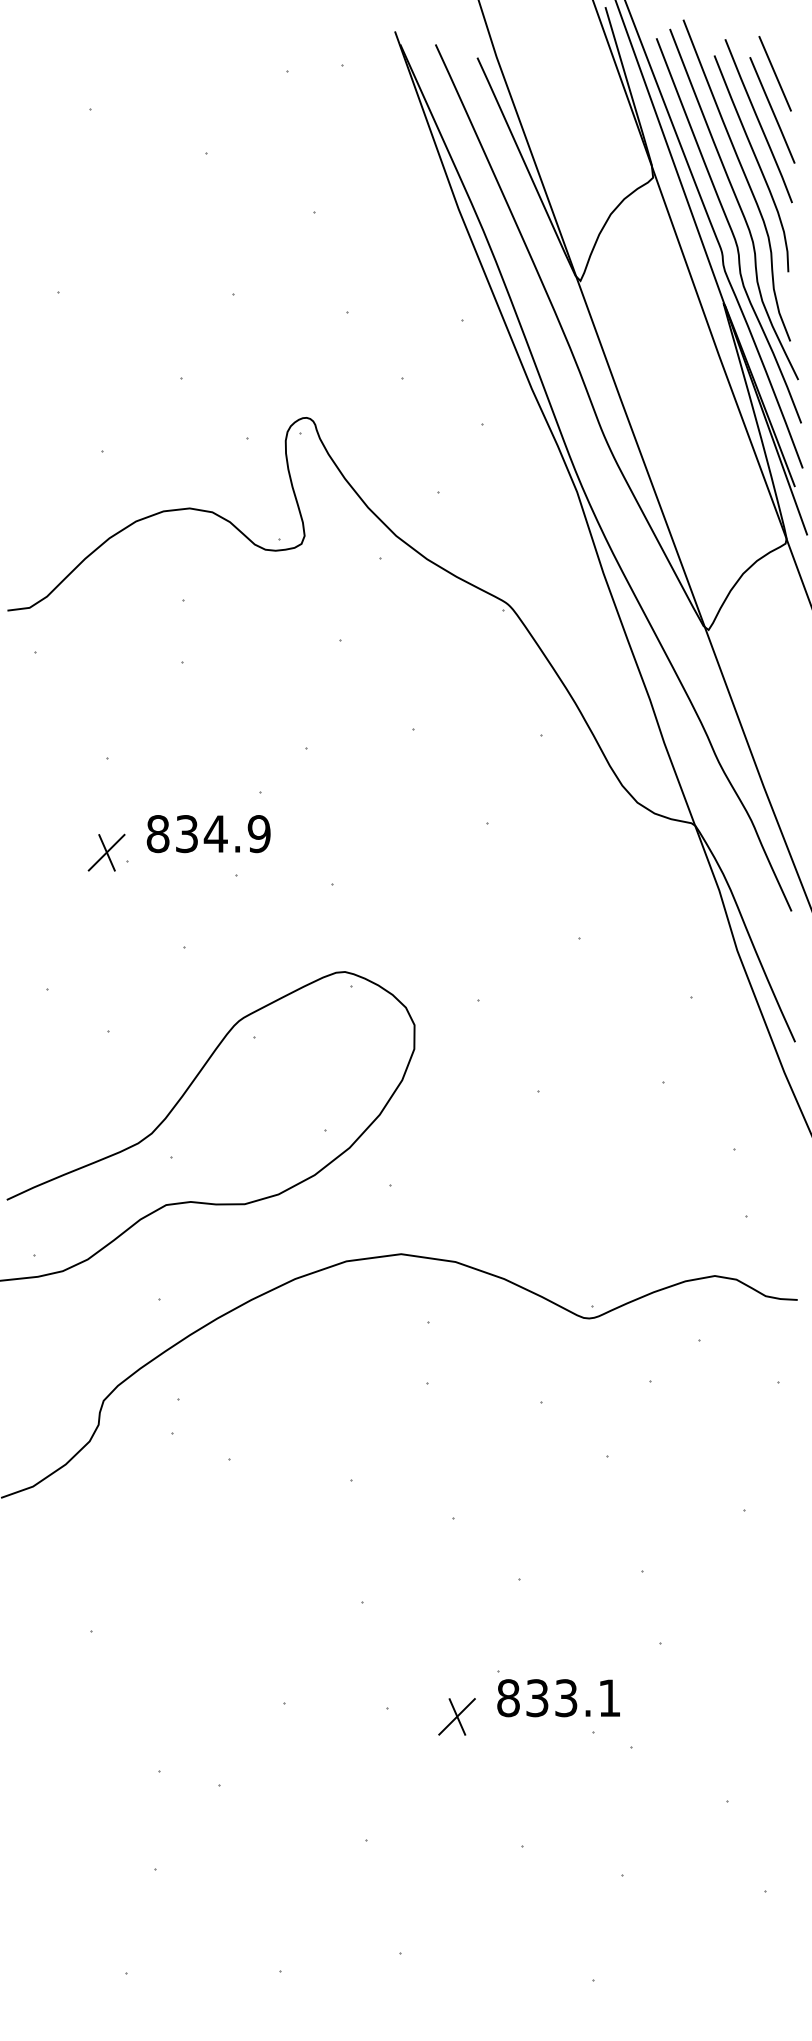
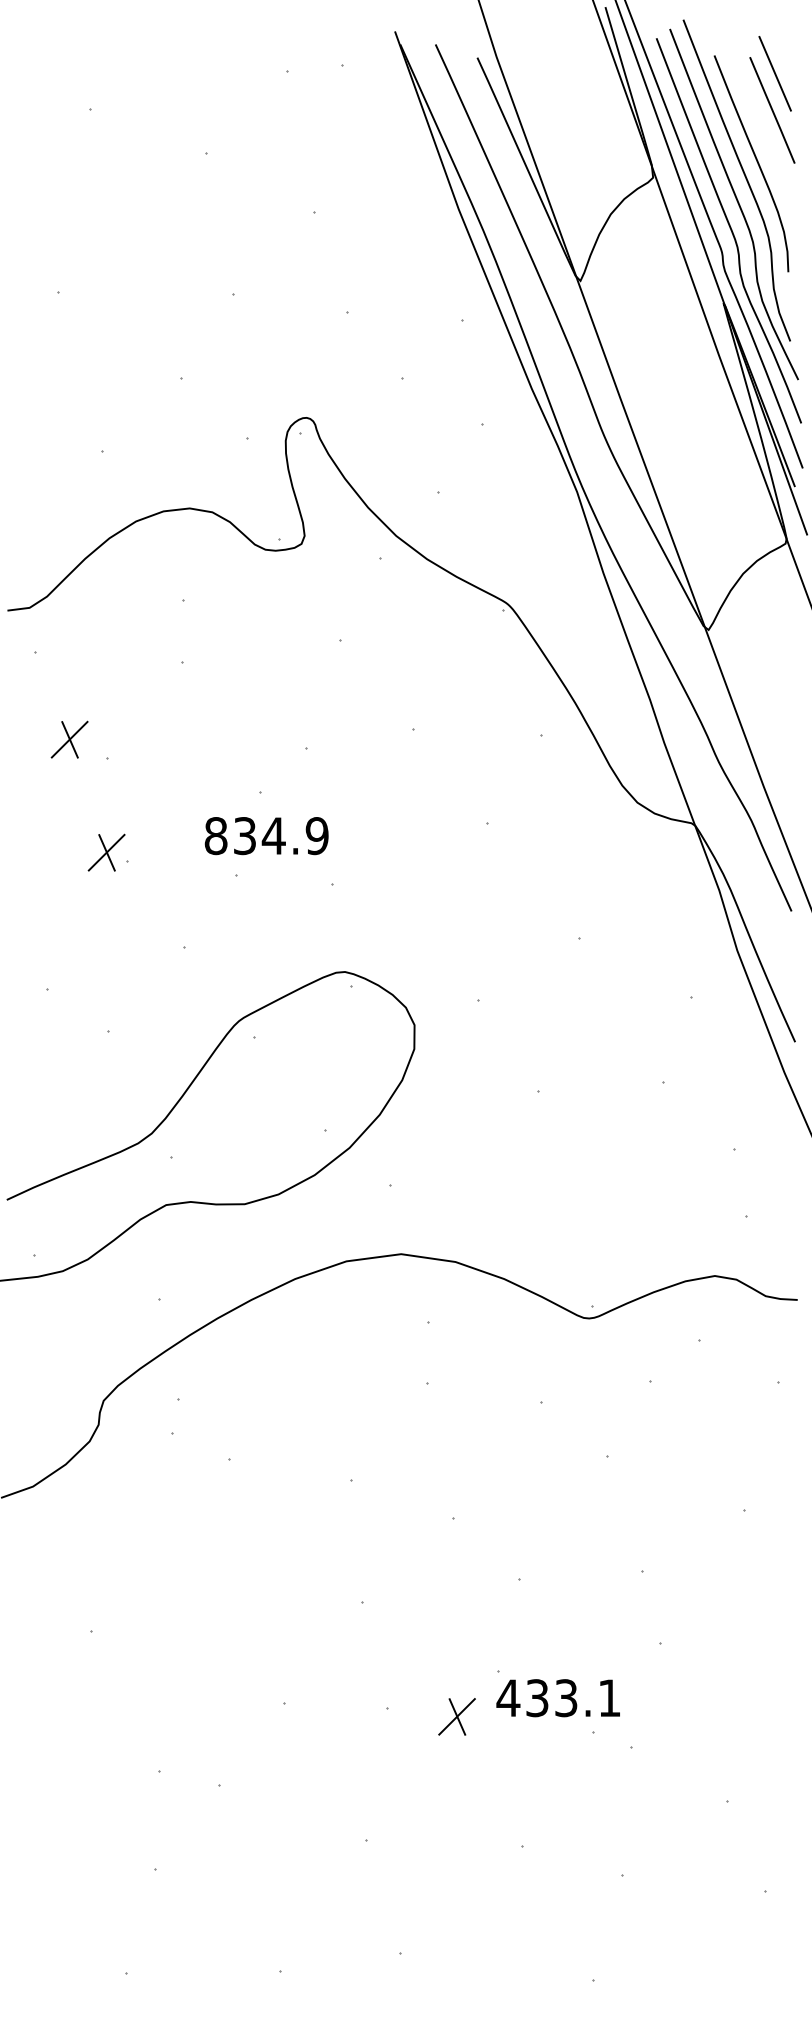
line at (758, 121): present -> none
part at (69, 739): none -> present
text at (208, 834) position: (208, 834) -> (266, 836)
text at (508, 1698): 833.1 -> 433.1
